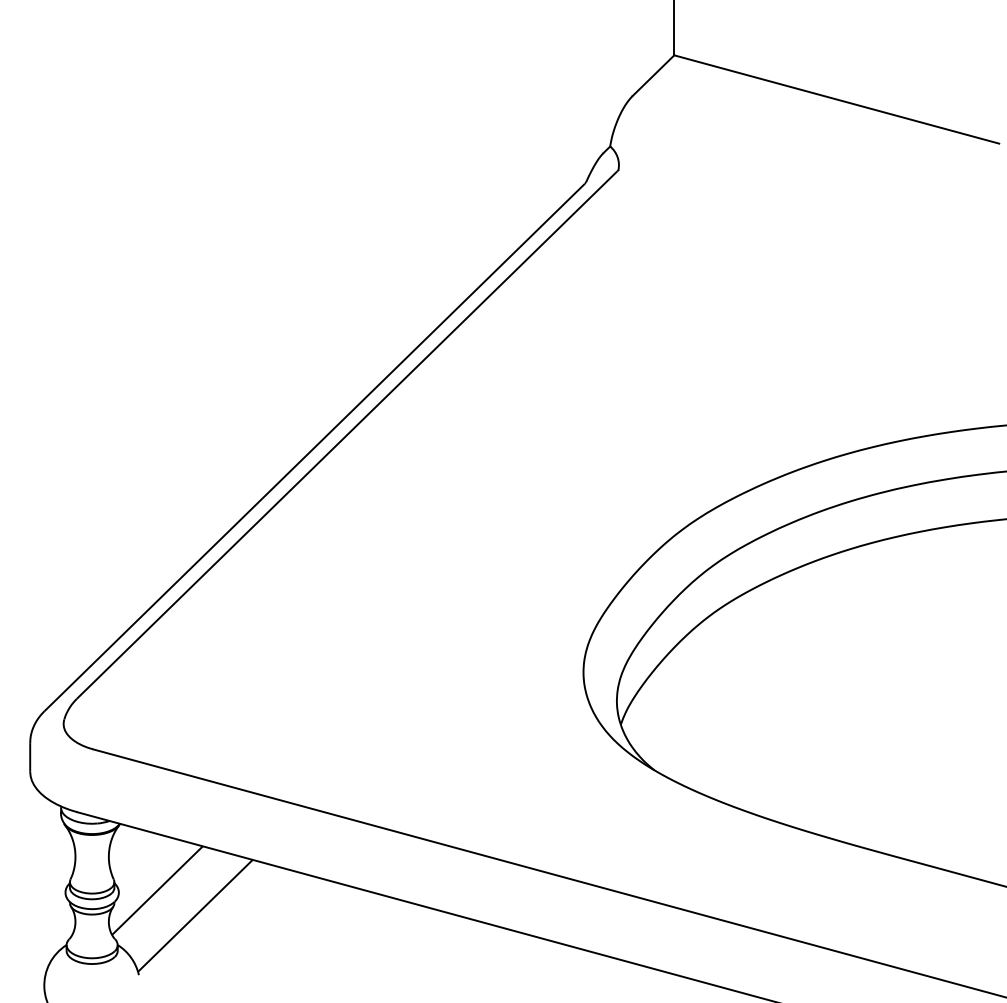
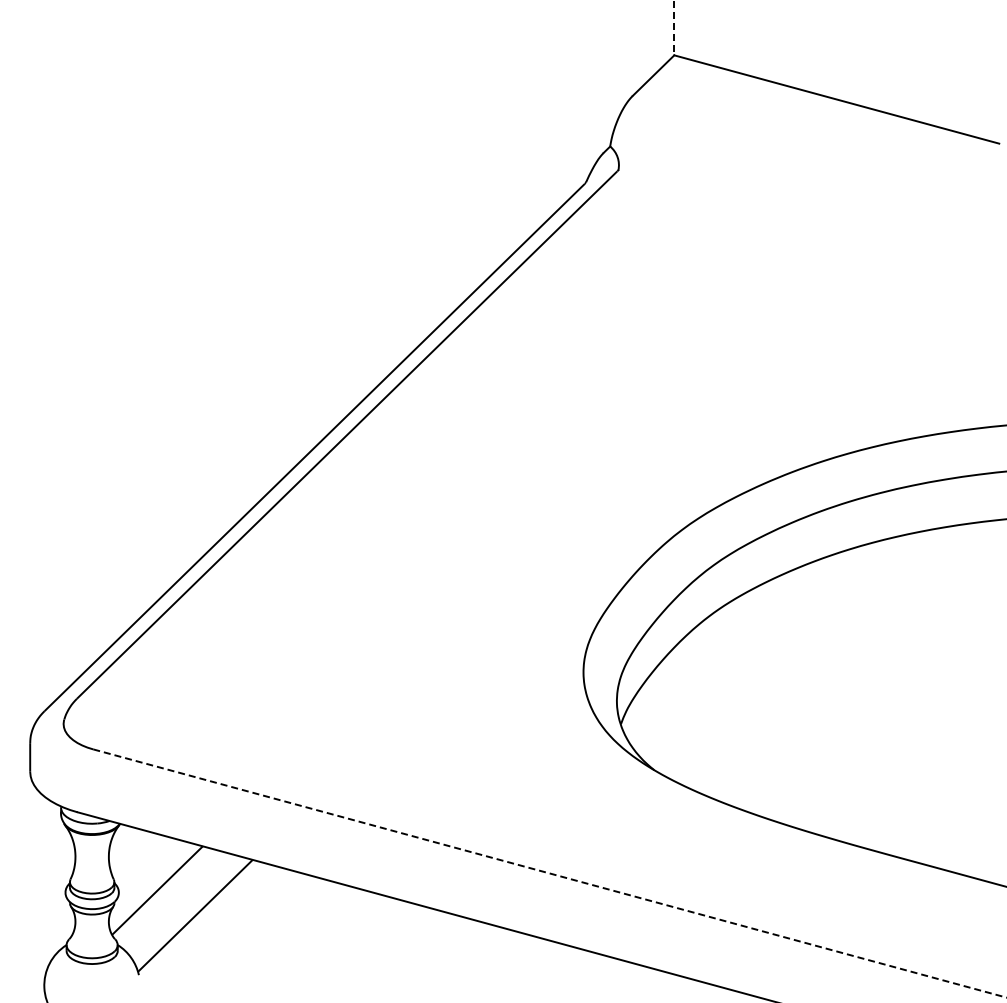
line at (674, 28): solid -> dashed
line at (549, 873): solid -> dashed
